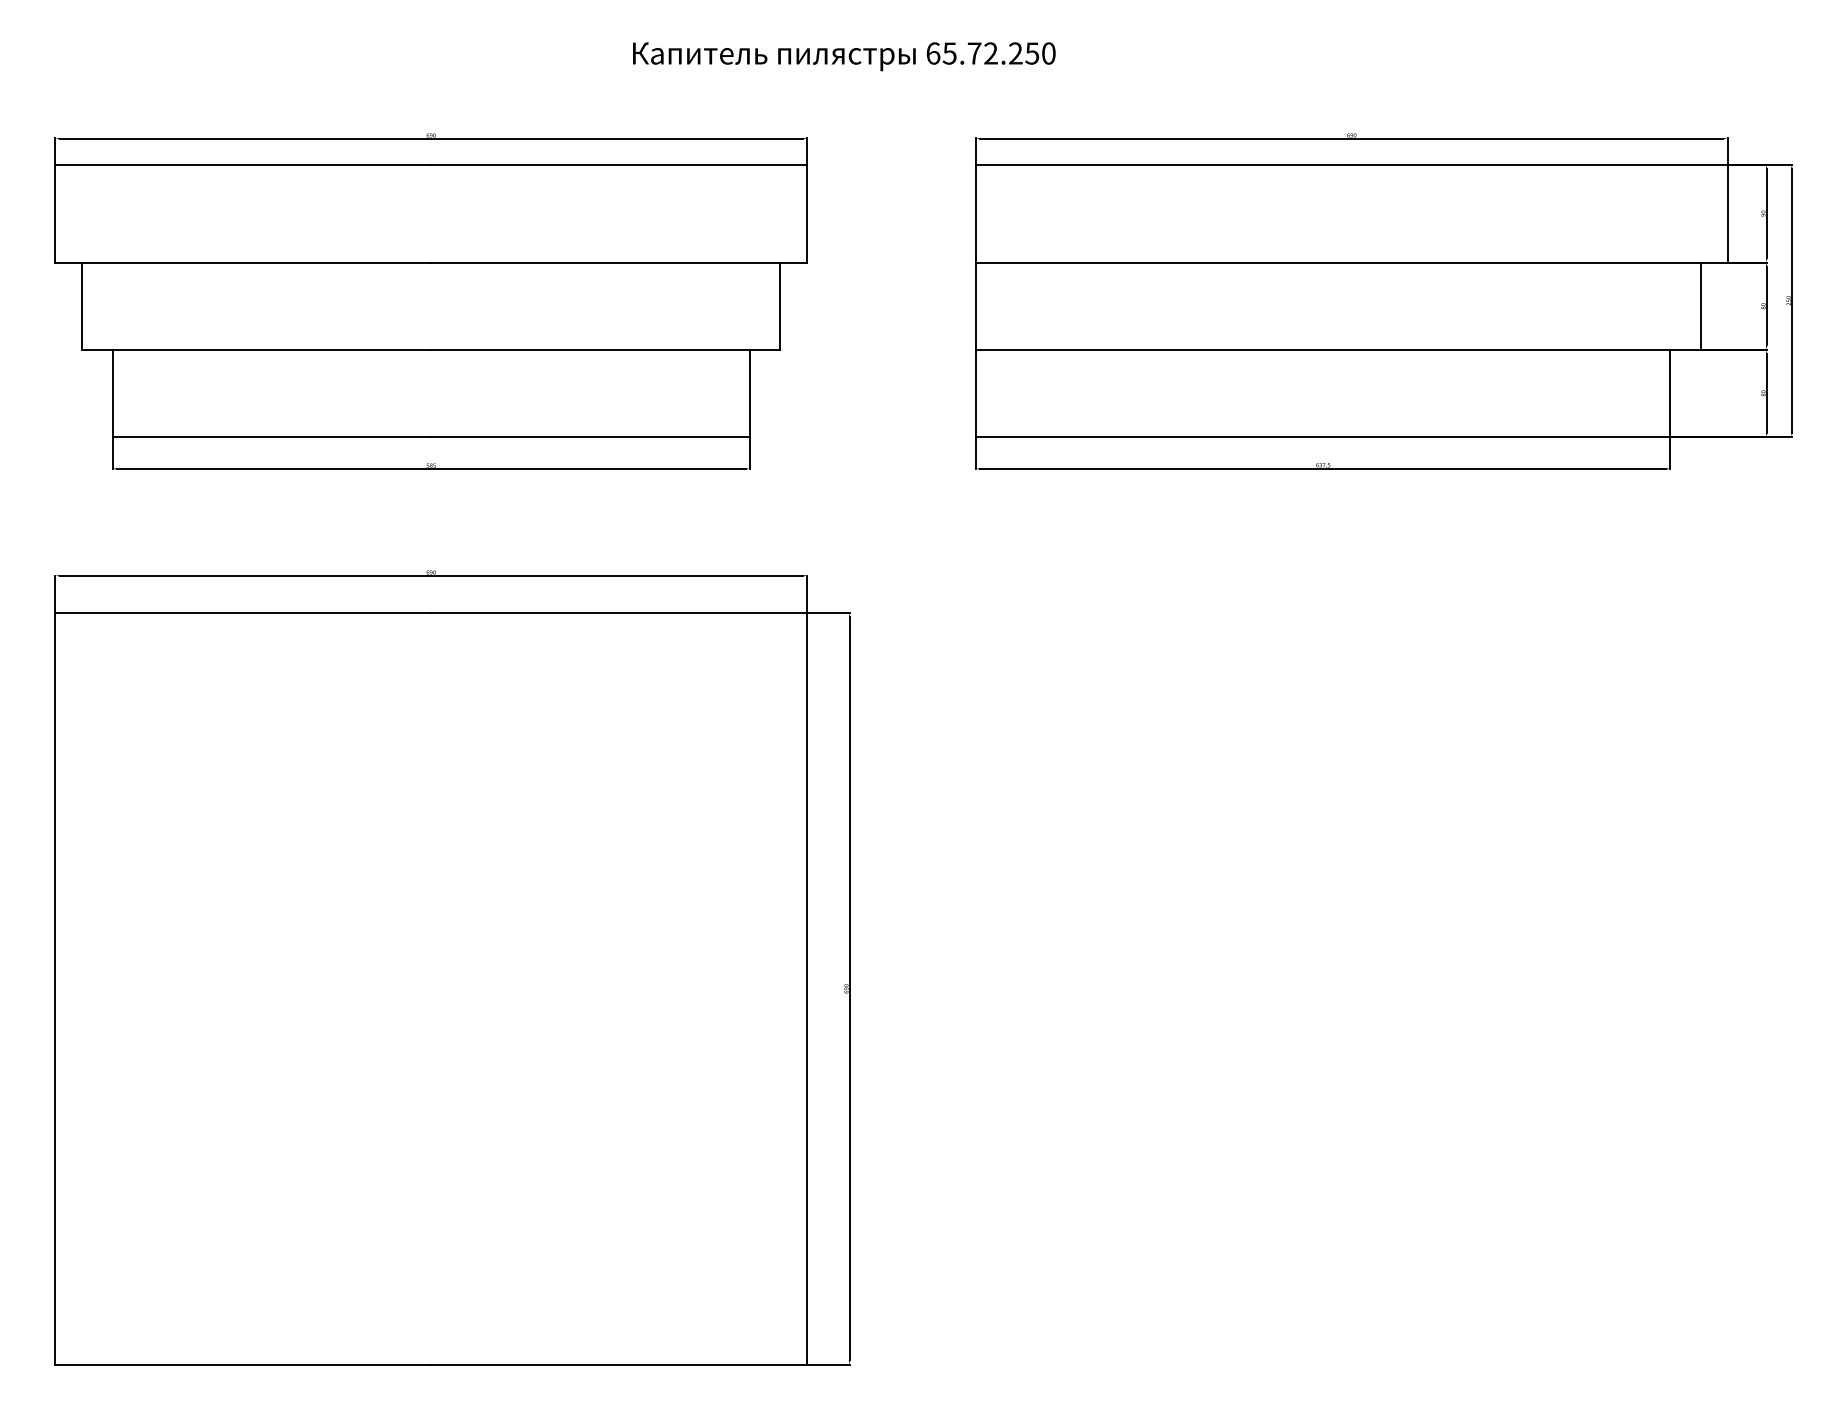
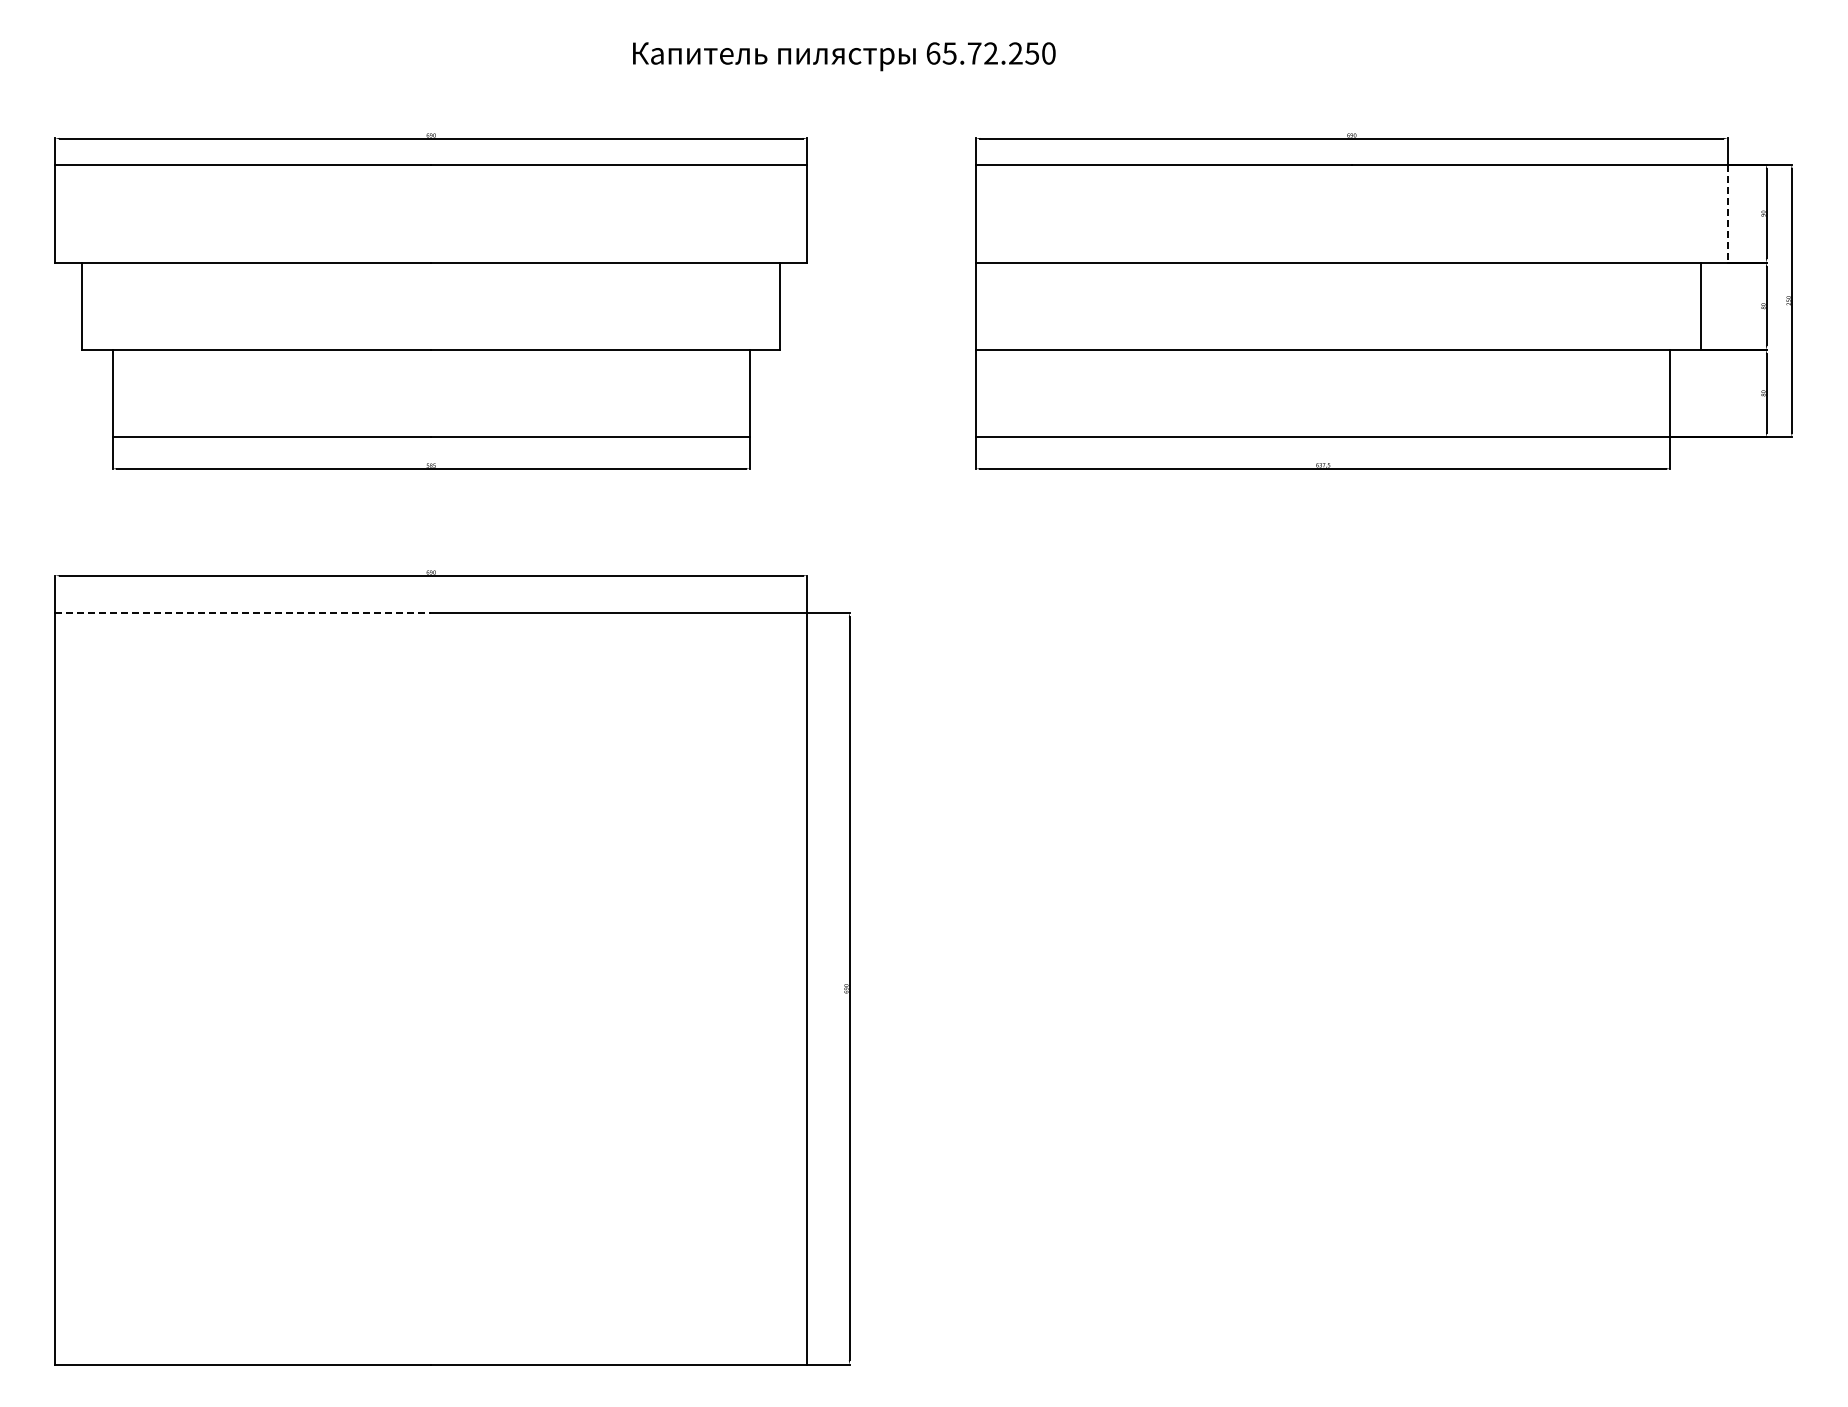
line at (1727, 214): solid -> dashed
line at (243, 613): solid -> dashed
